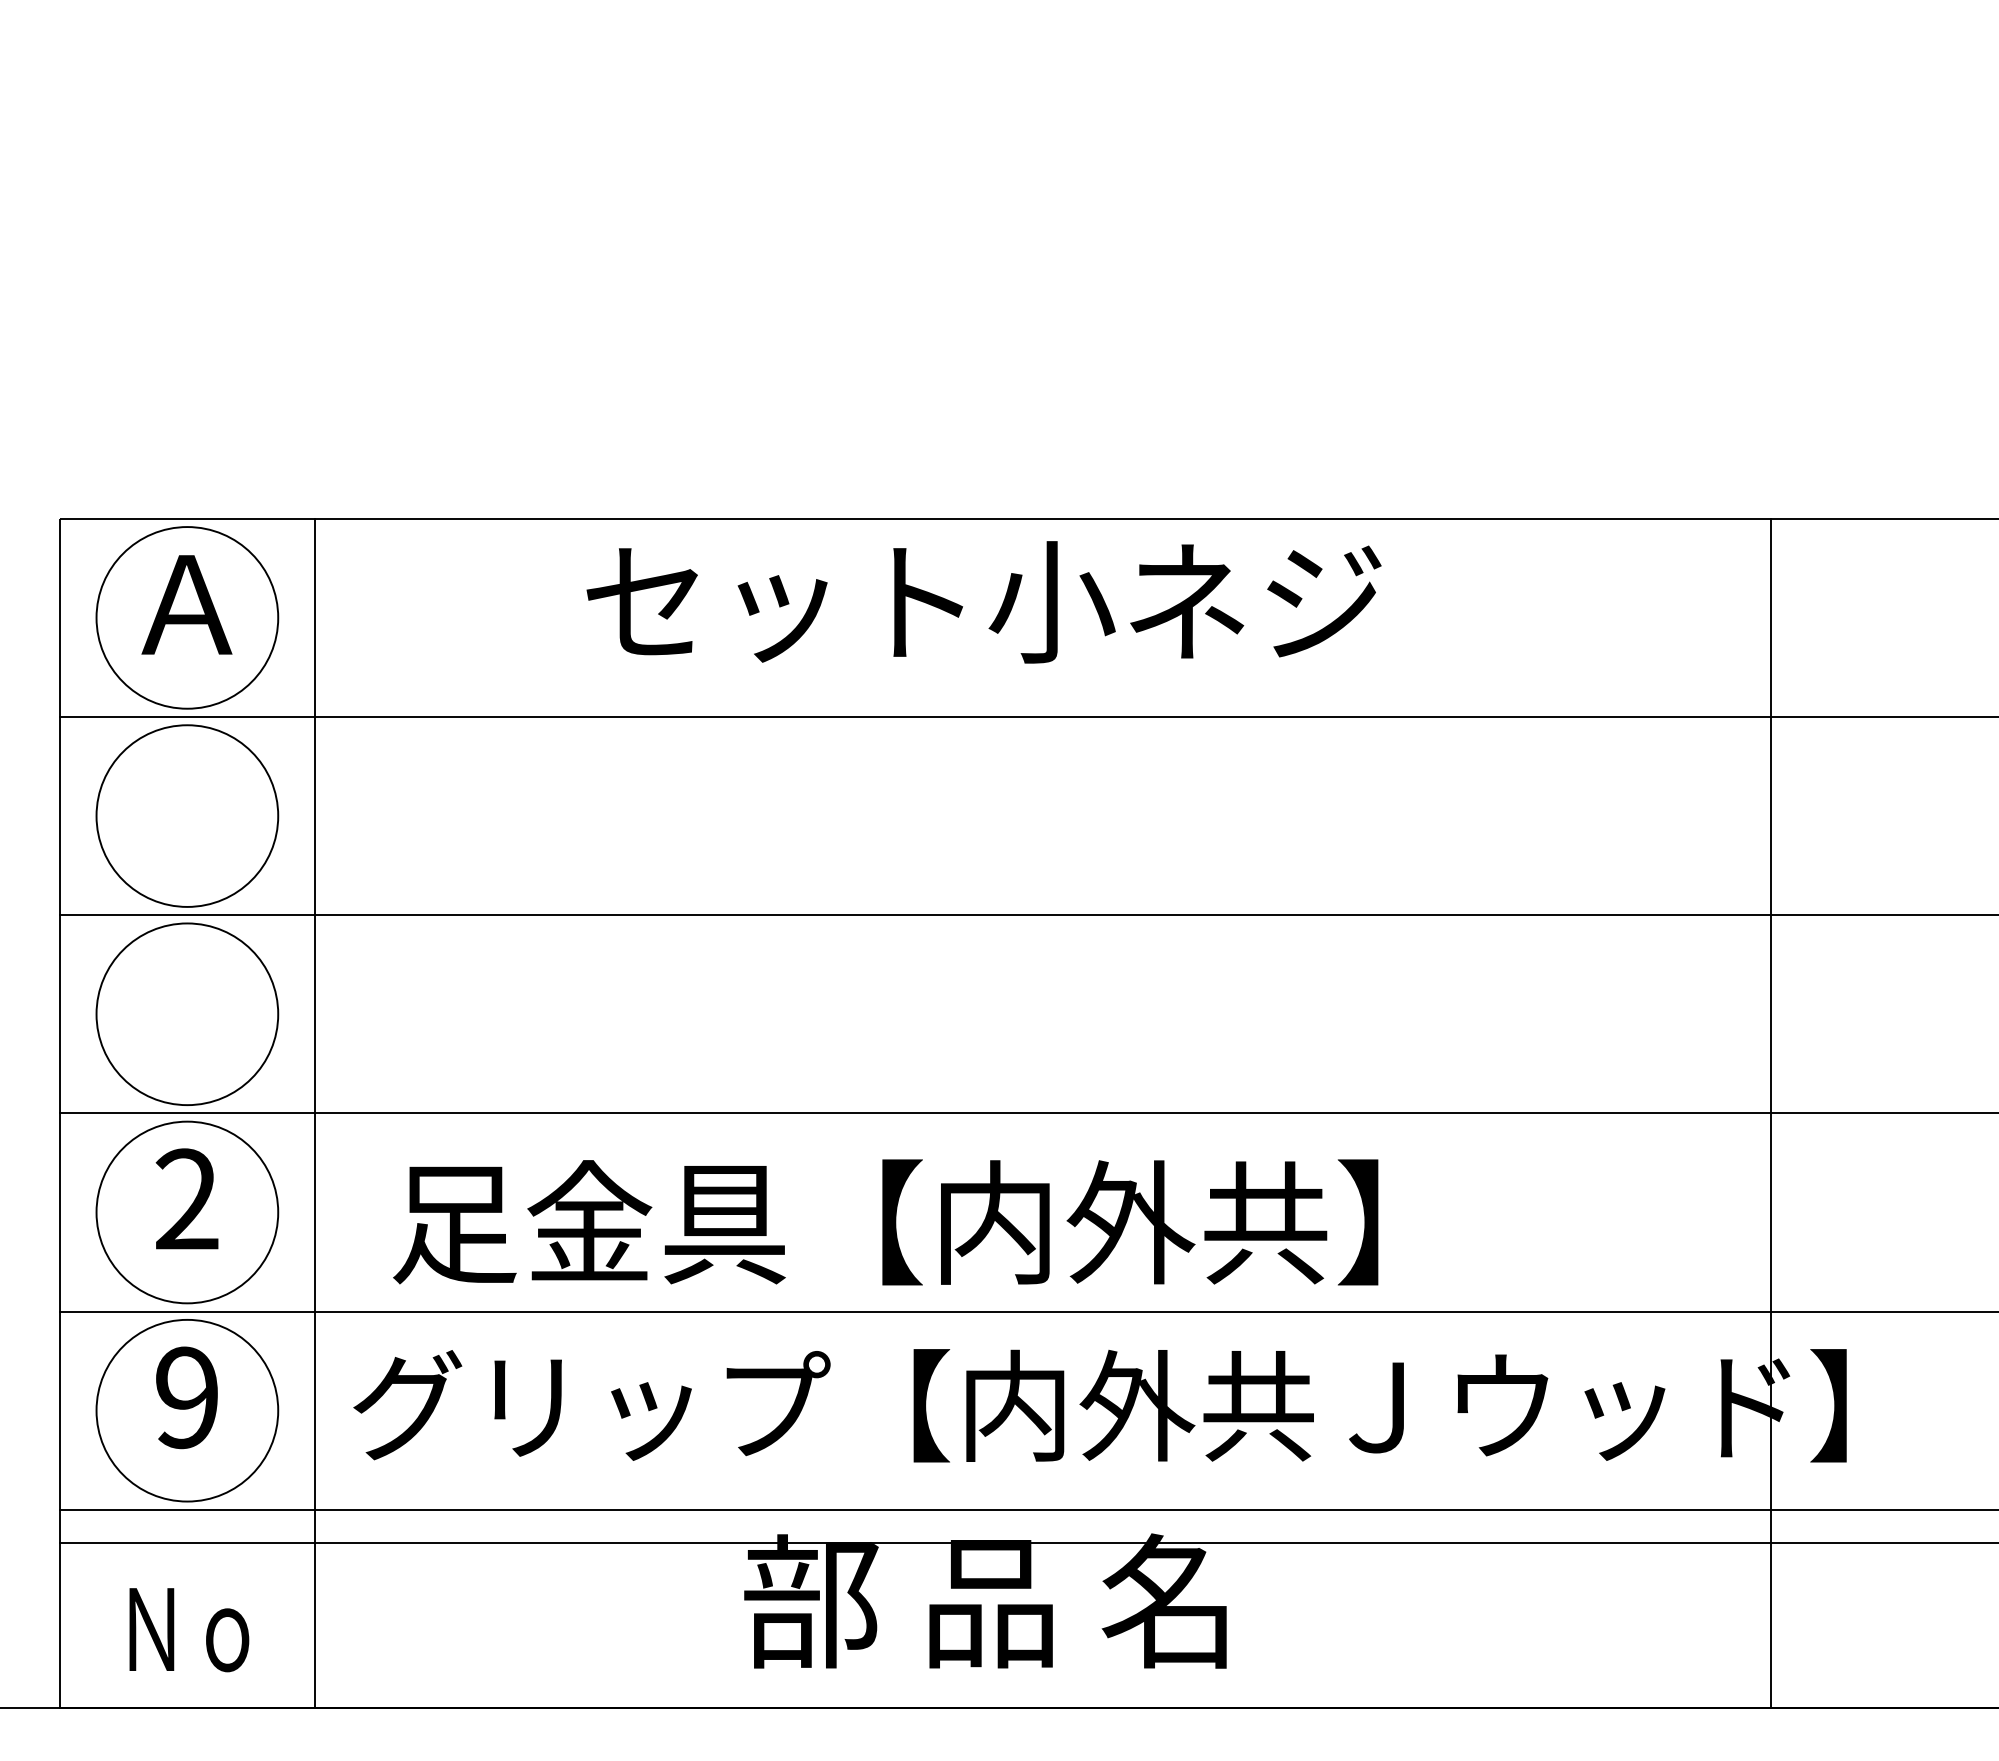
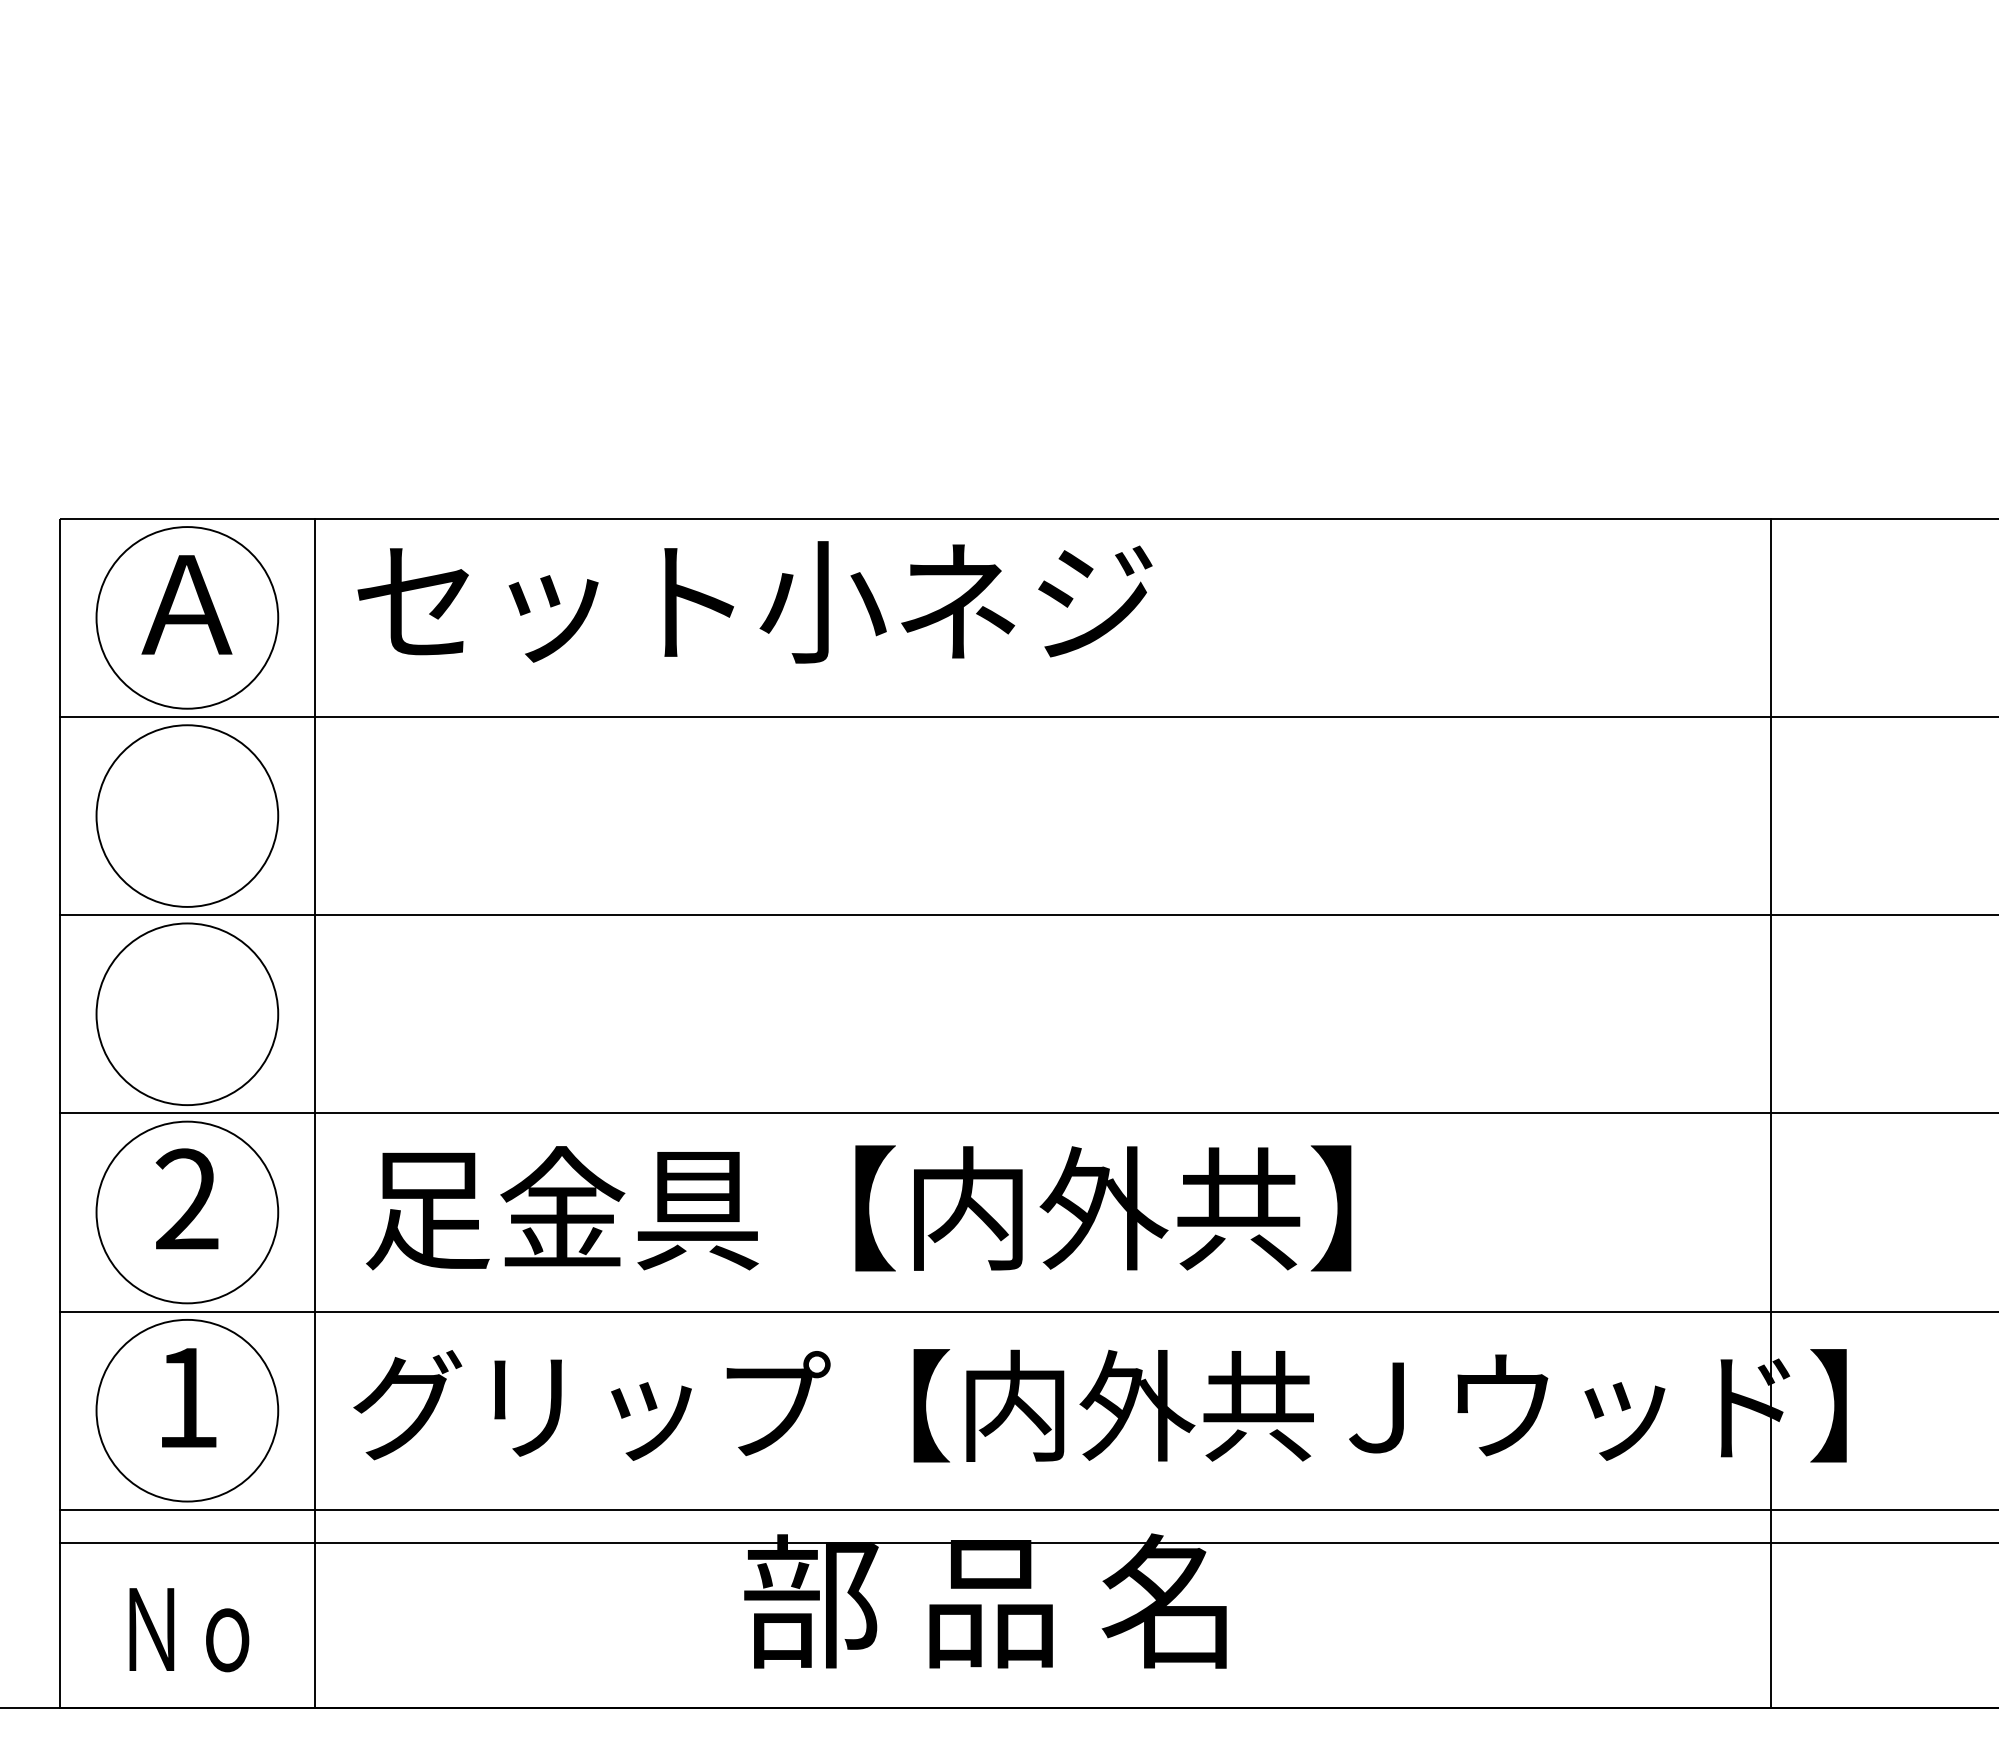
text at (983, 602) position: (983, 602) -> (754, 602)
text at (885, 1222) position: (885, 1222) -> (858, 1208)
text at (186, 1397): 9 -> 1
